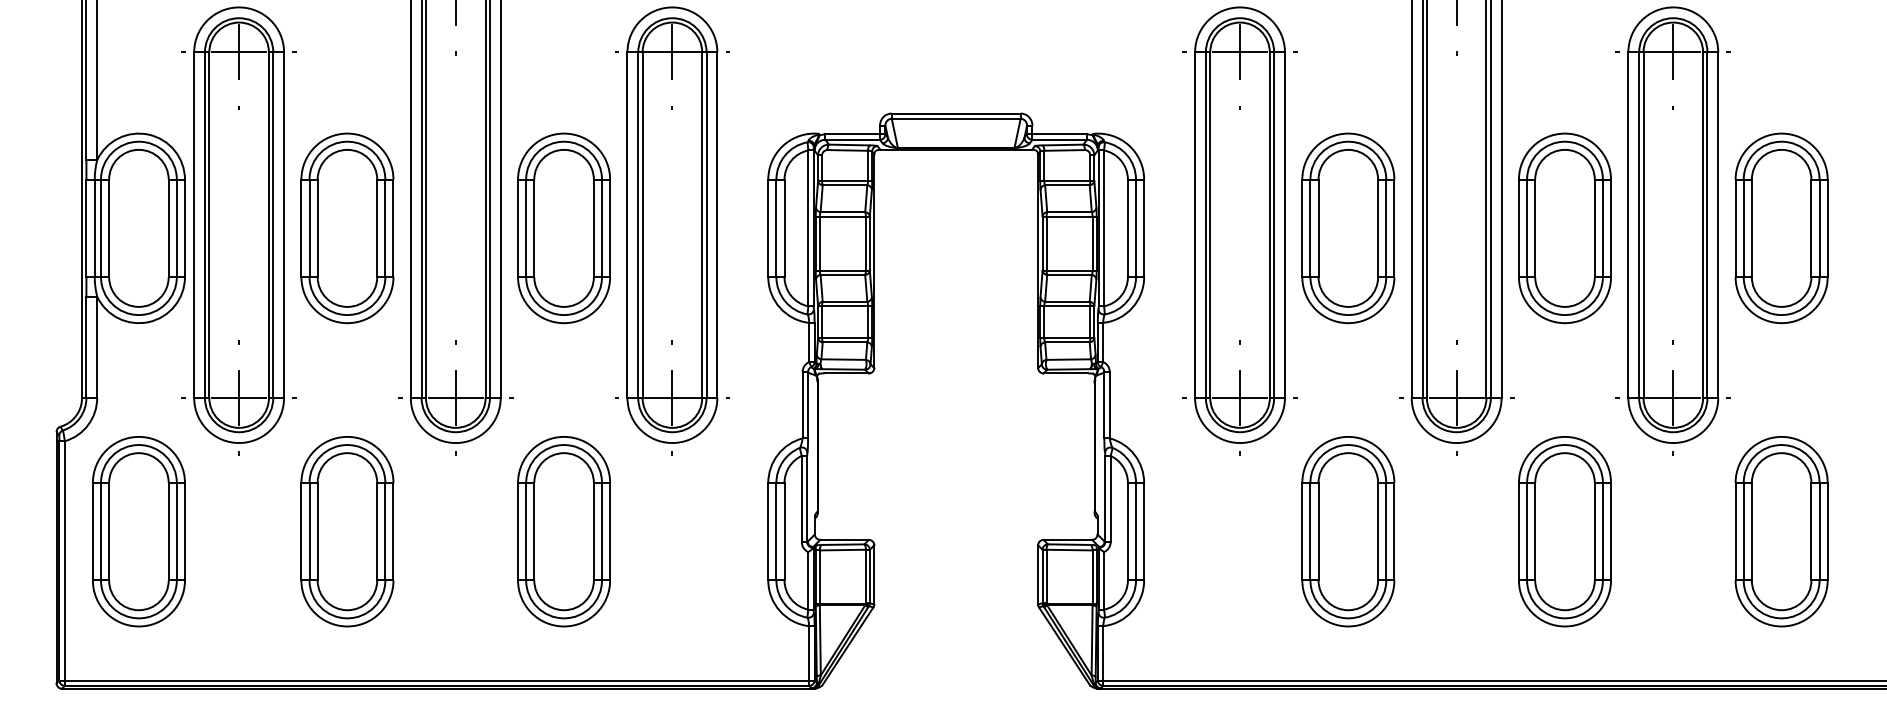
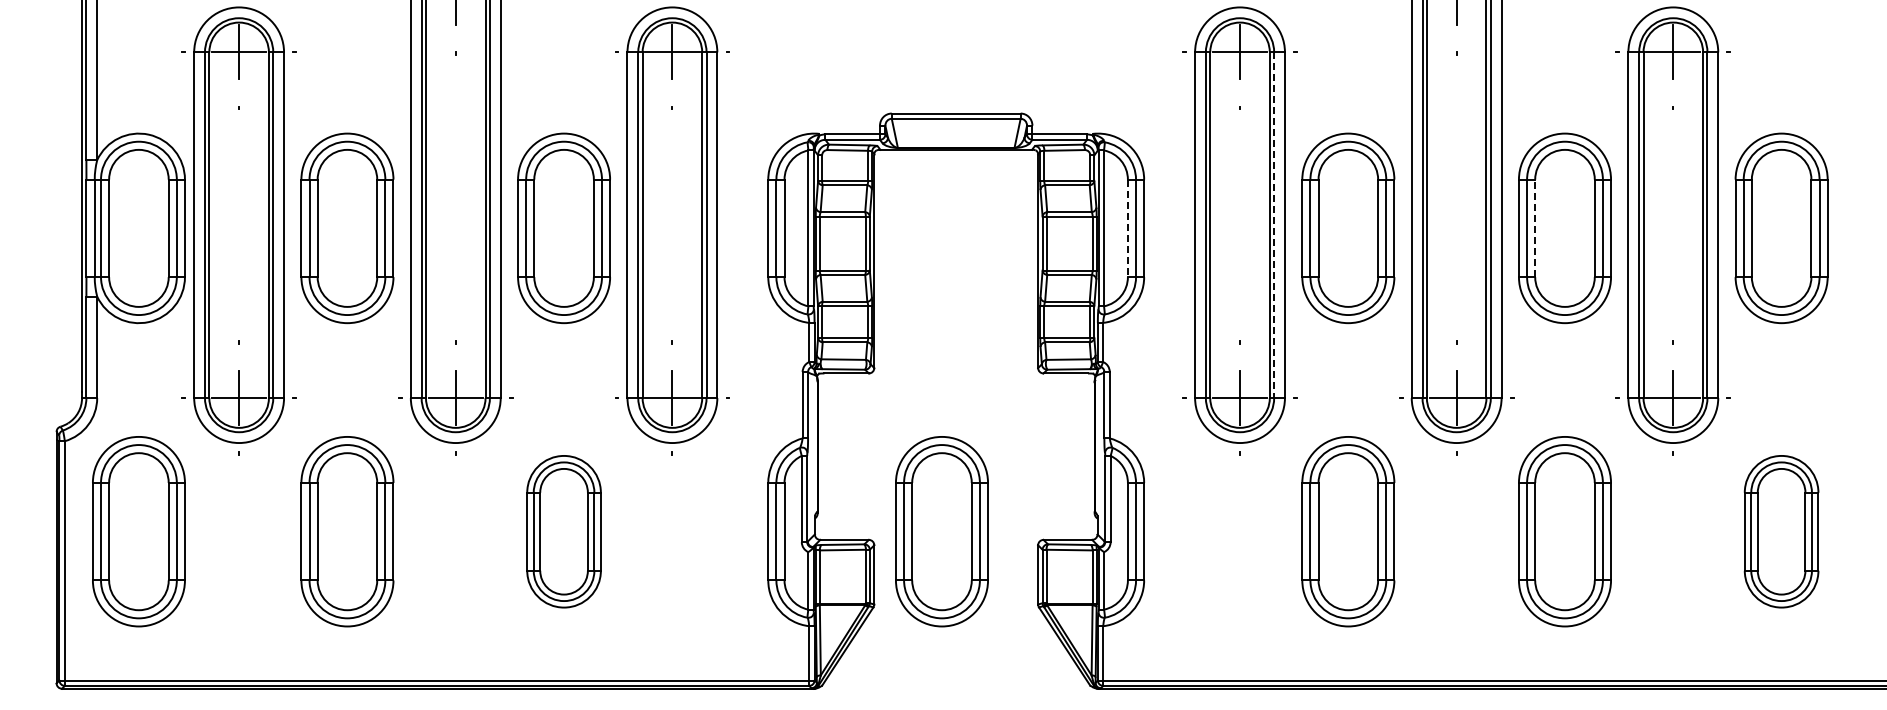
line at (1274, 225): solid -> dashed
line at (1127, 228): solid -> dashed
line at (1535, 228): solid -> dashed
part at (563, 531) size: 94x192 px -> 76x154 px
part at (941, 531): none -> present
part at (1781, 531) size: 95x192 px -> 77x154 px
